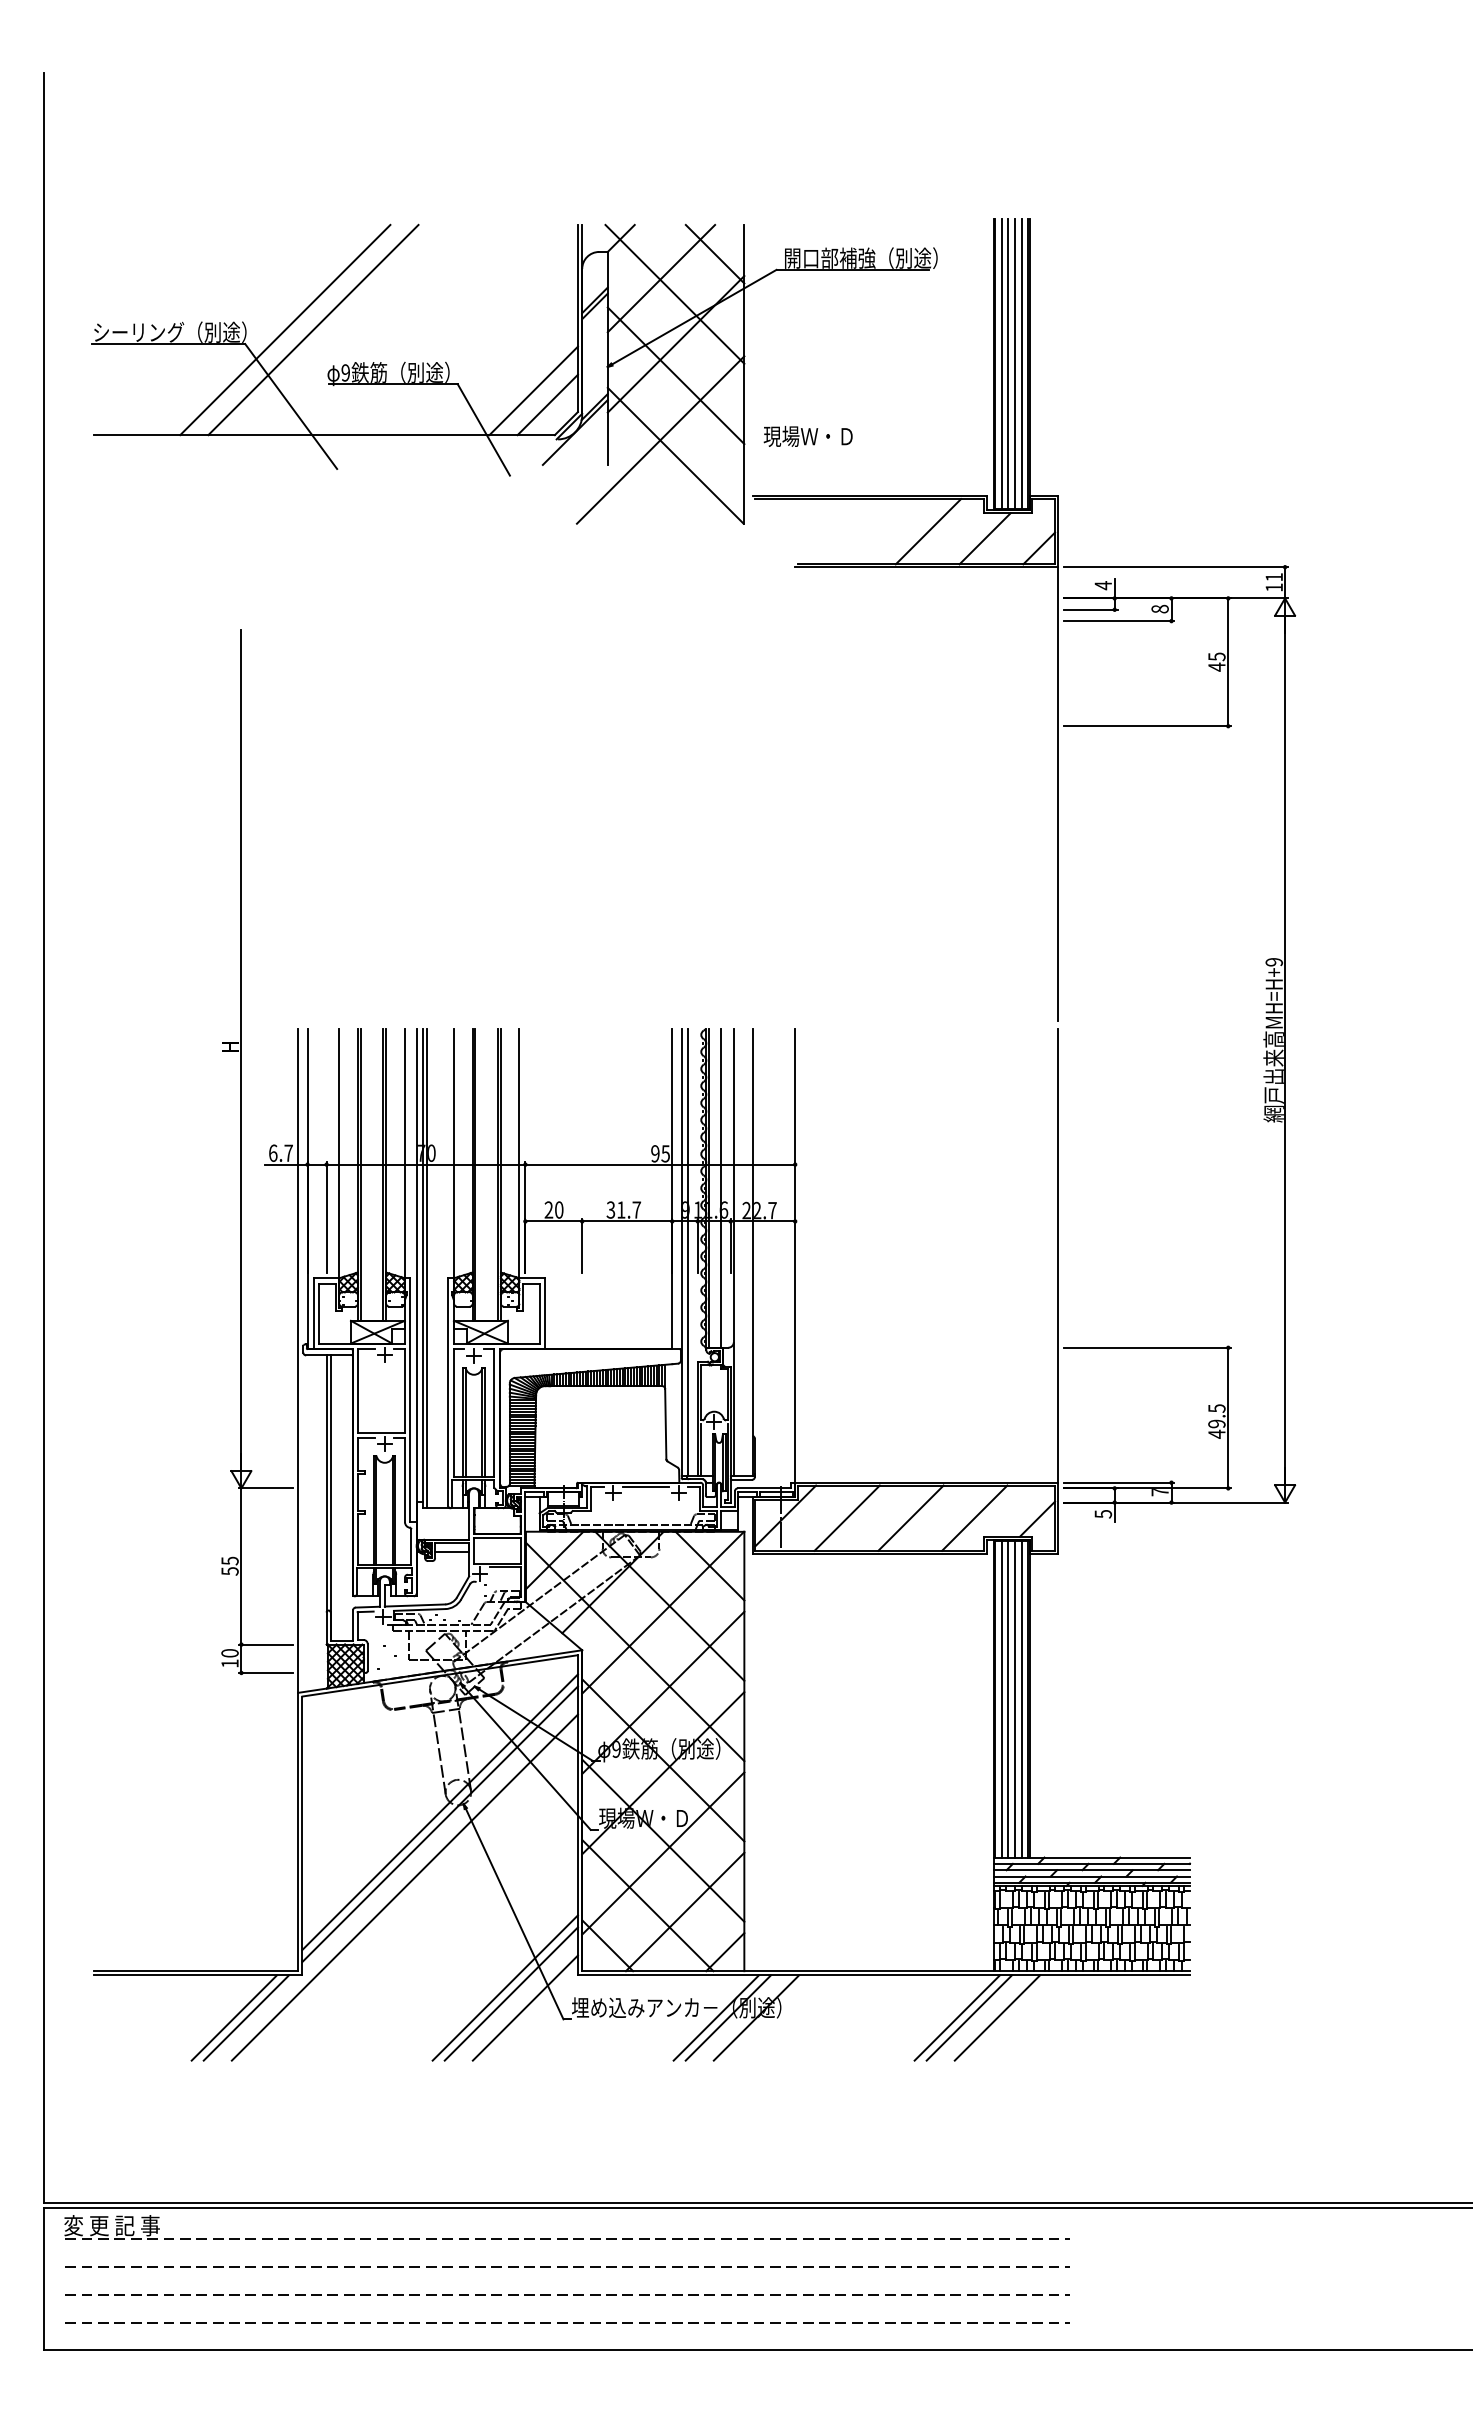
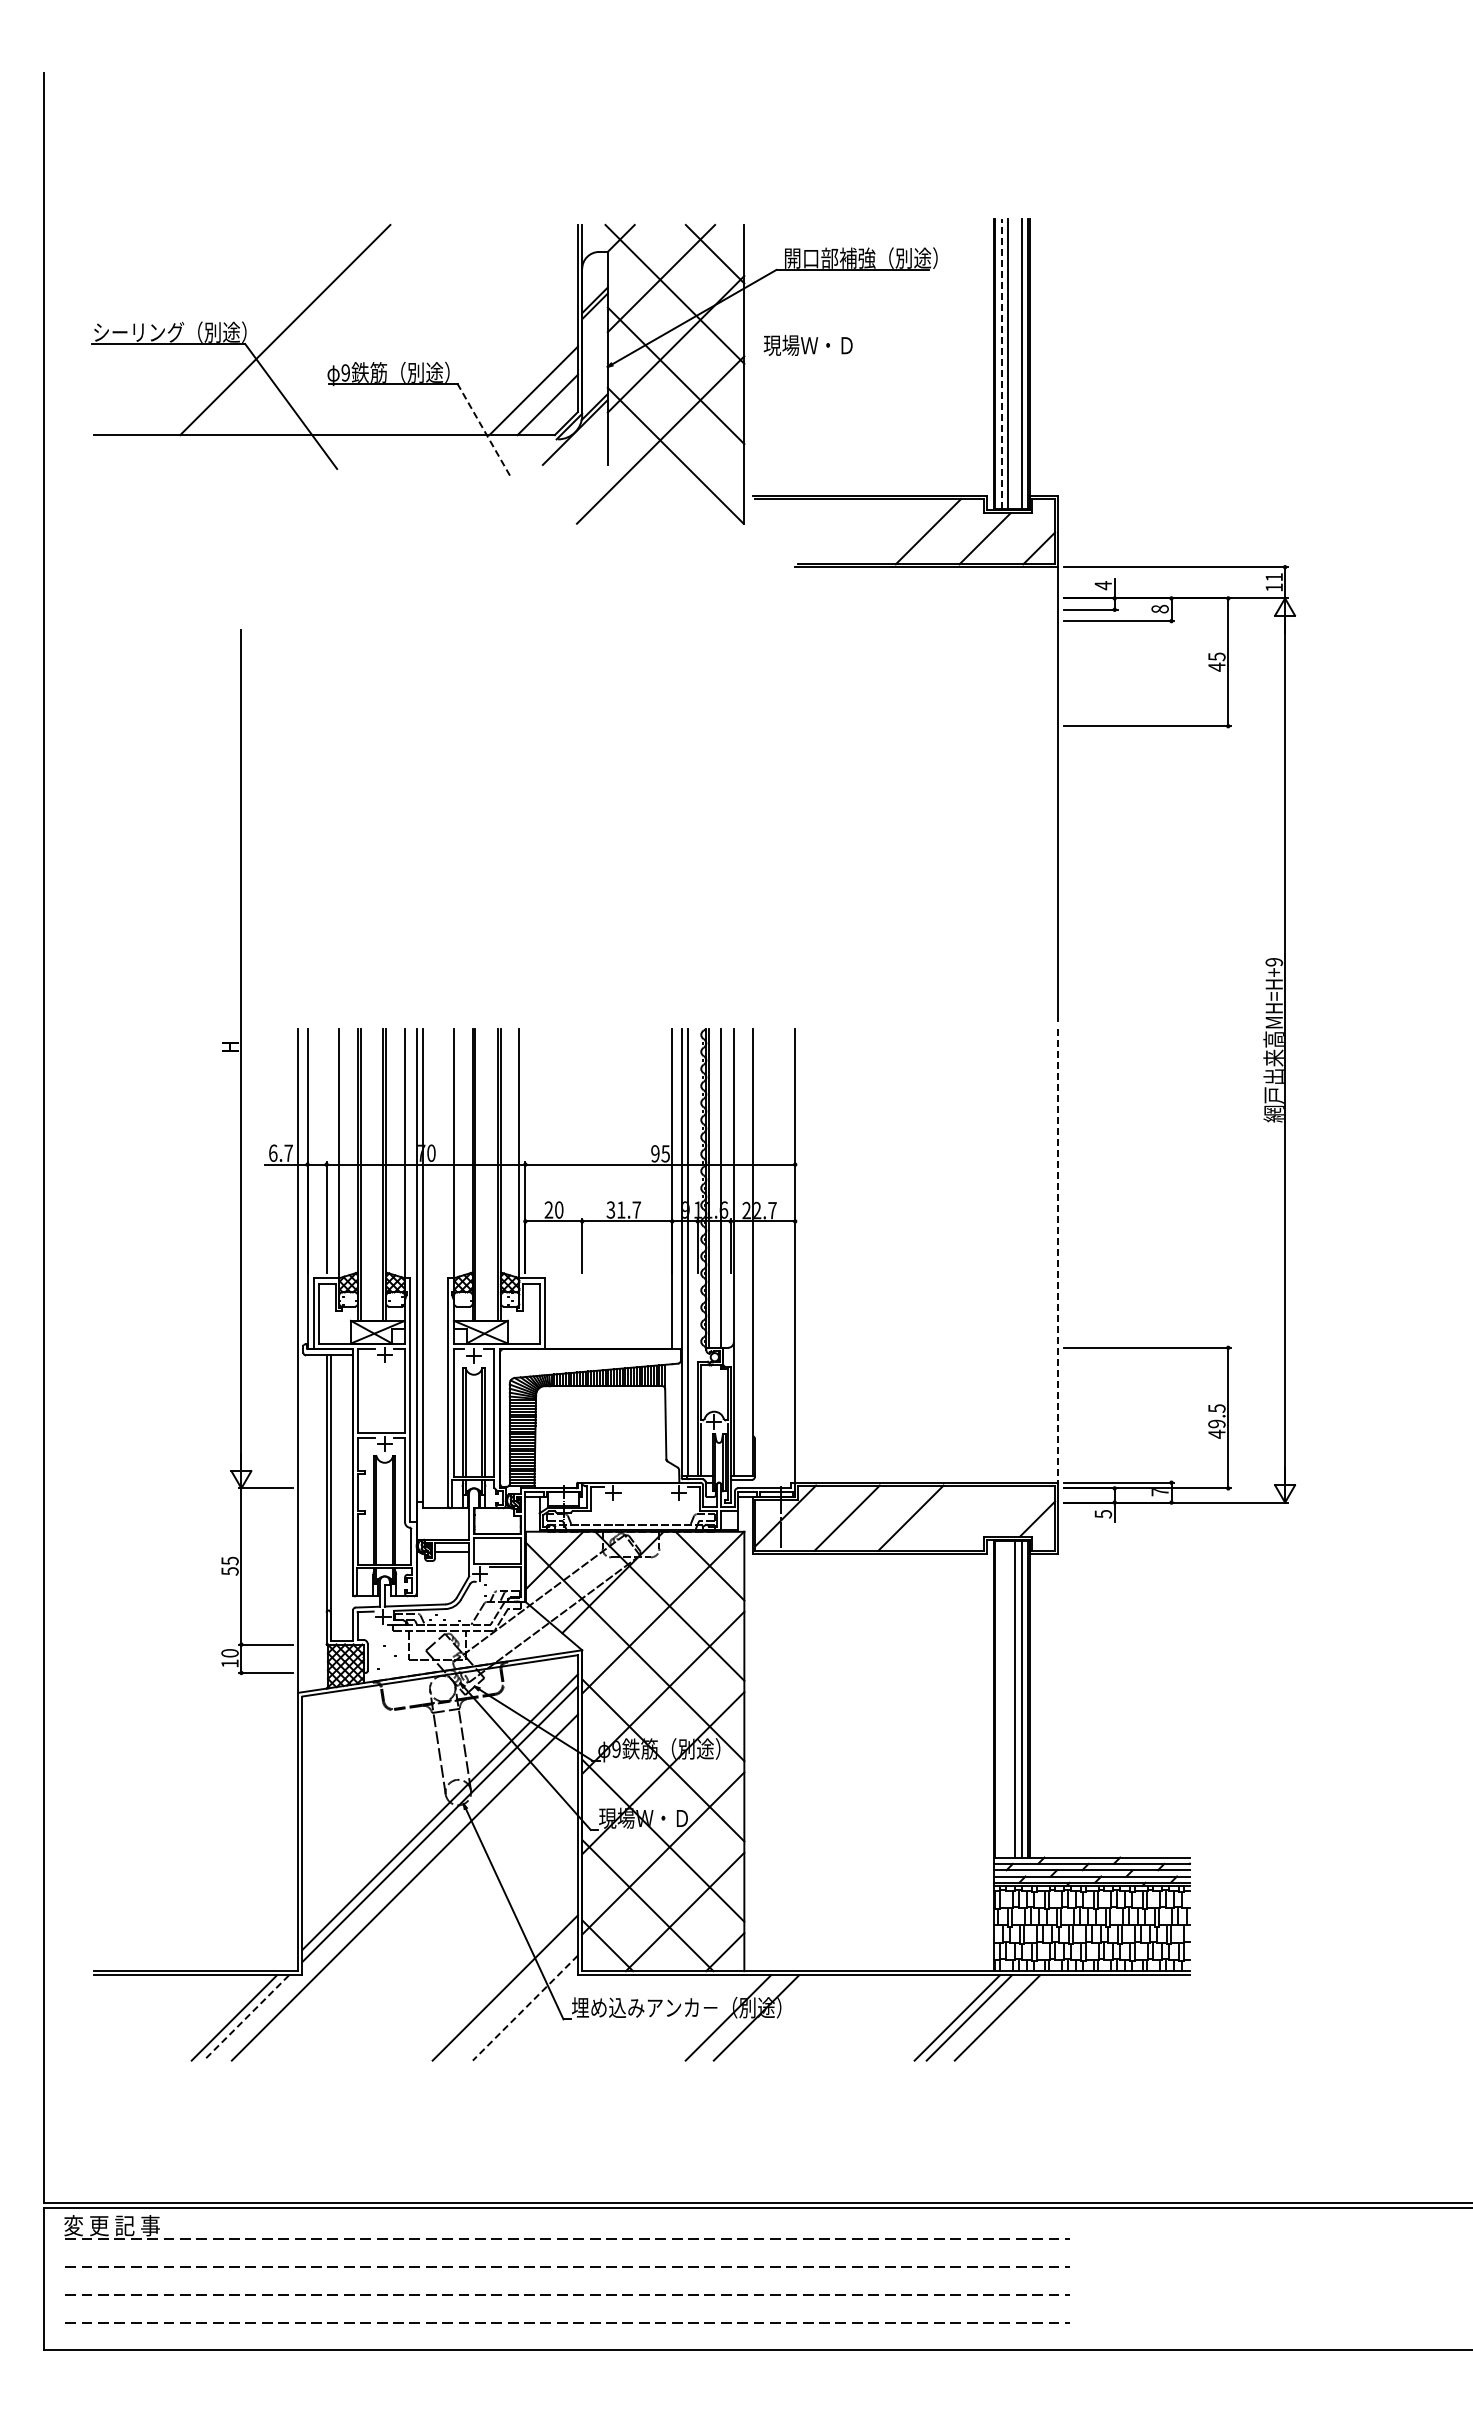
line at (313, 329): present -> none
line at (1015, 363): present -> none
line at (1001, 364): solid -> dashed
line at (483, 429): solid -> dashed
text at (807, 436) position: (807, 436) -> (807, 345)
line at (1057, 1255): solid -> dashed
line at (426, 1268): present -> none
line at (646, 1486): present -> none
line at (974, 1517): present -> none
line at (1001, 1698): present -> none
line at (1008, 1698): present -> none
line at (510, 1993): present -> none
line at (525, 2008): solid -> dashed
line at (715, 2017): present -> none
line at (246, 2018): solid -> dashed
